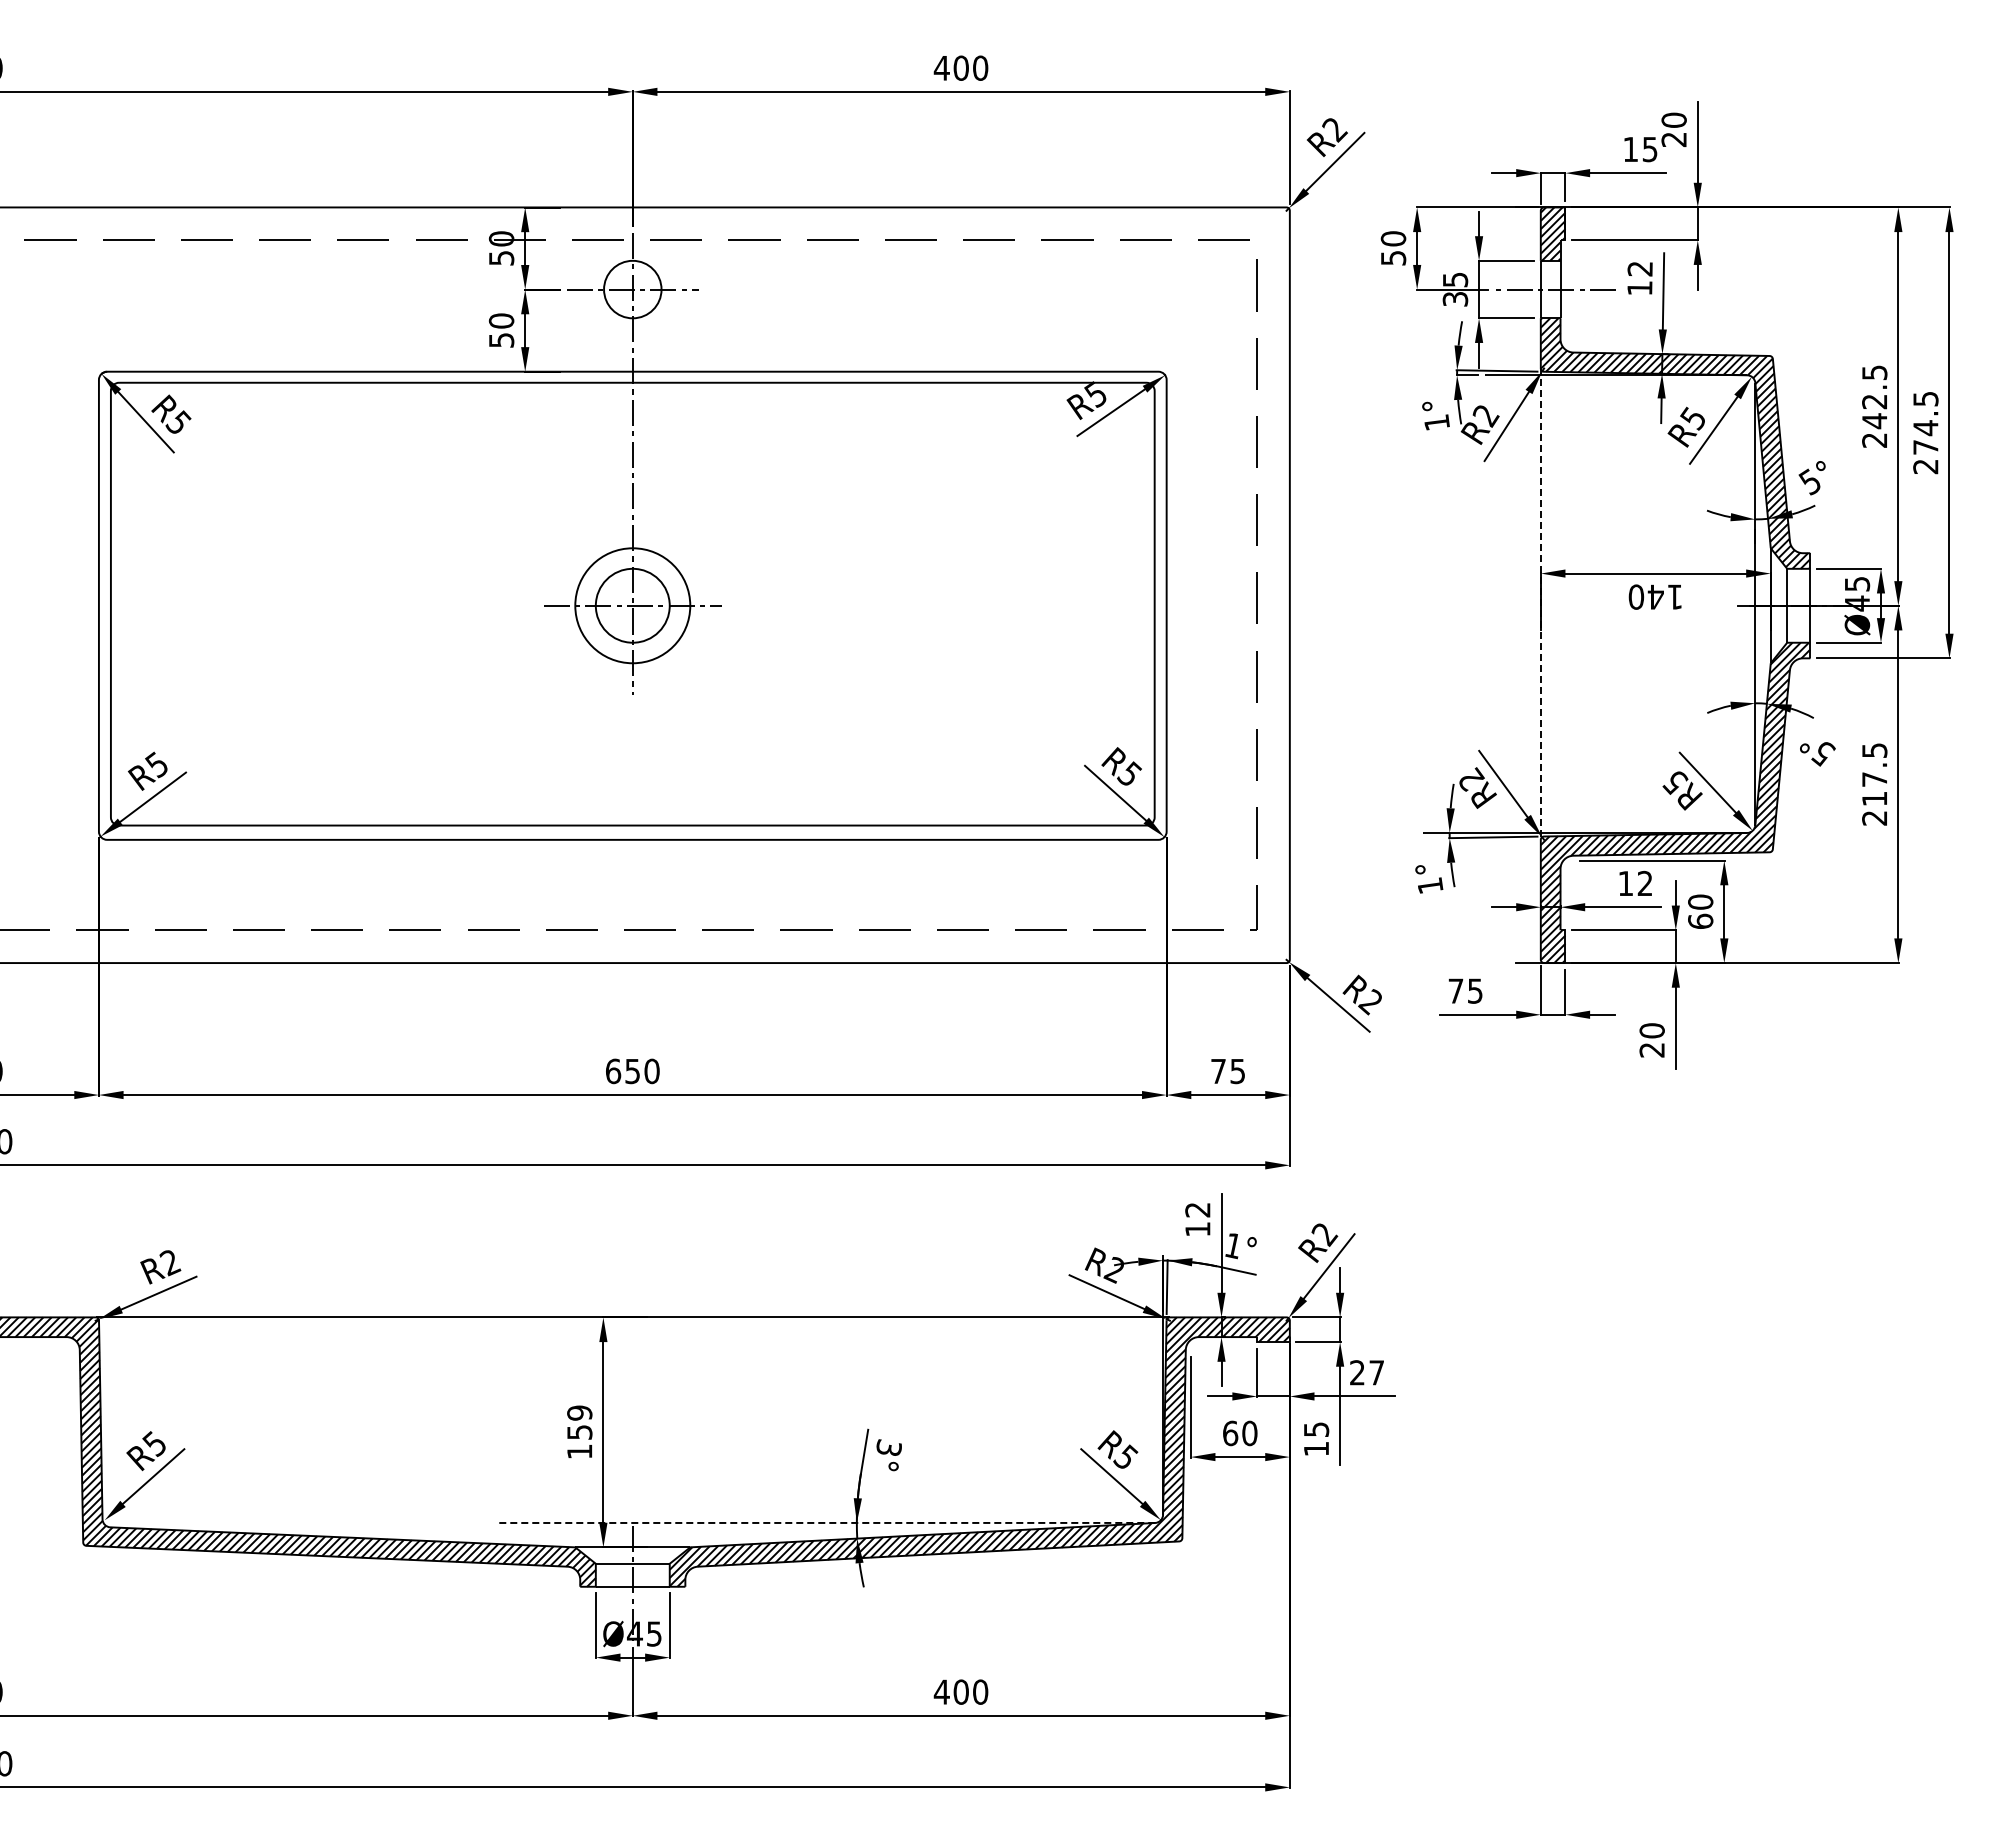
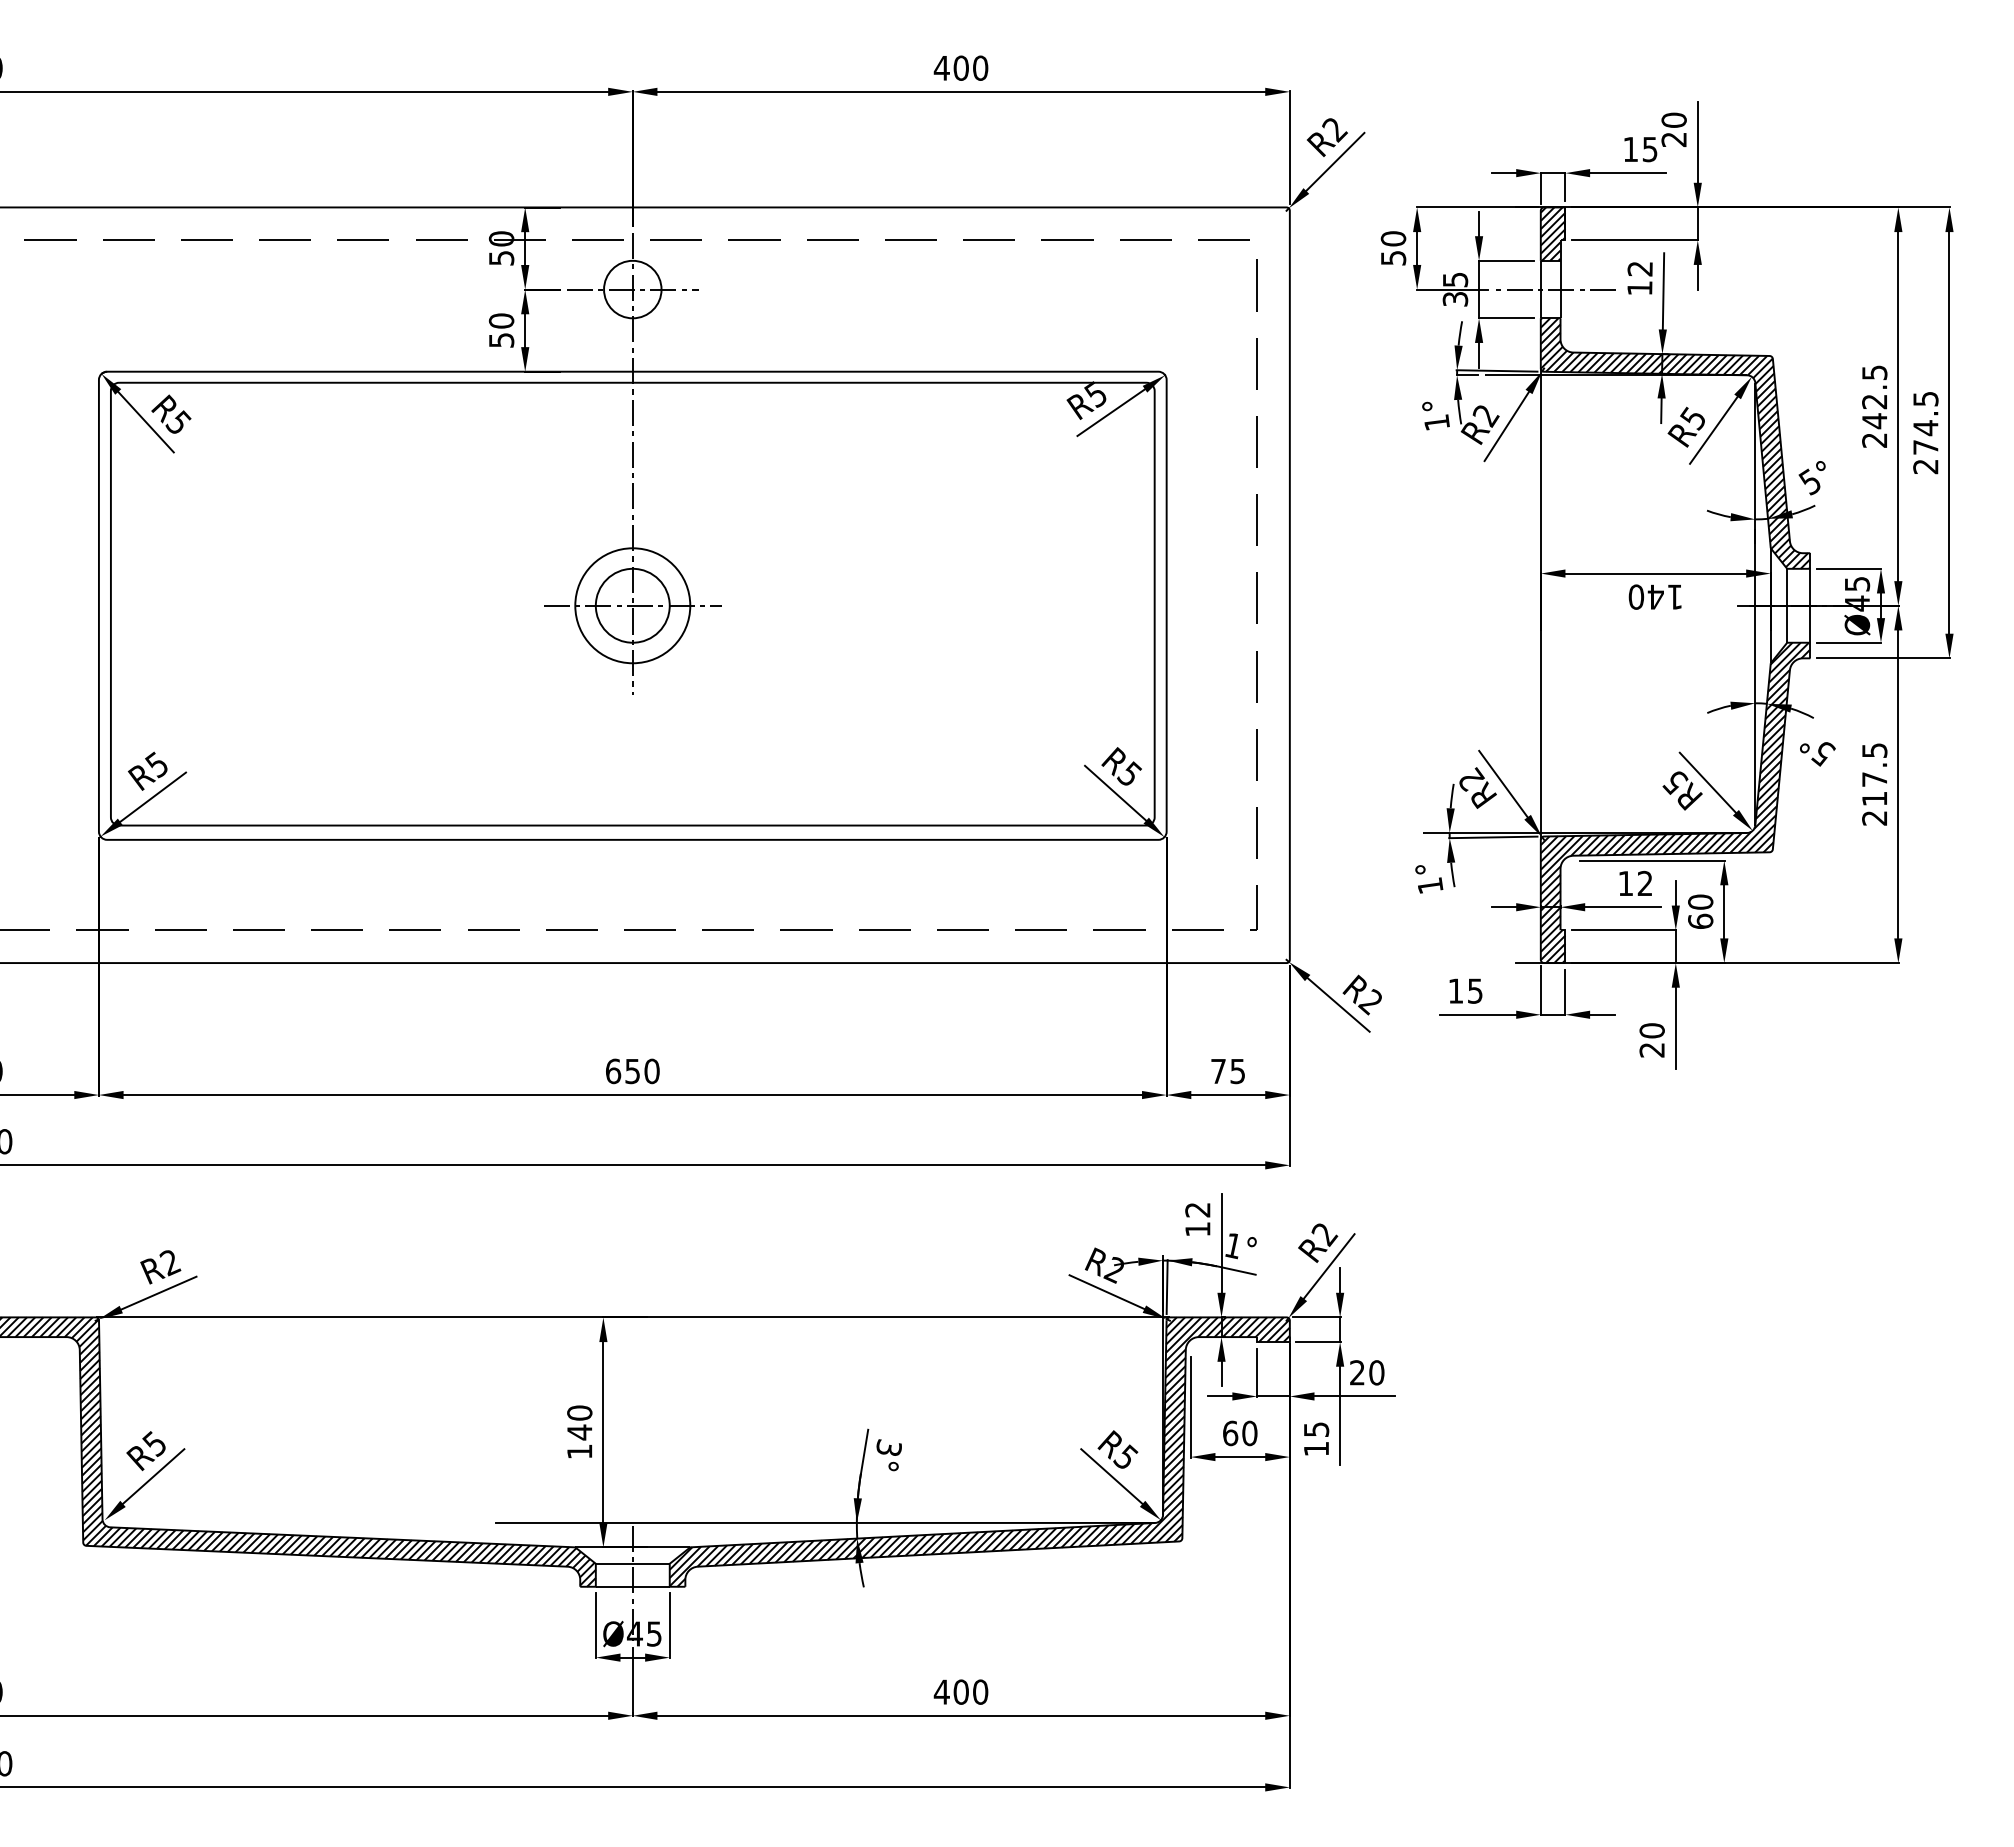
line at (1540, 604): dashed -> solid
text at (1455, 990): 75 -> 15
text at (1376, 1372): 27 -> 20
text at (579, 1422): 159 -> 140
line at (824, 1522): dashed -> solid
